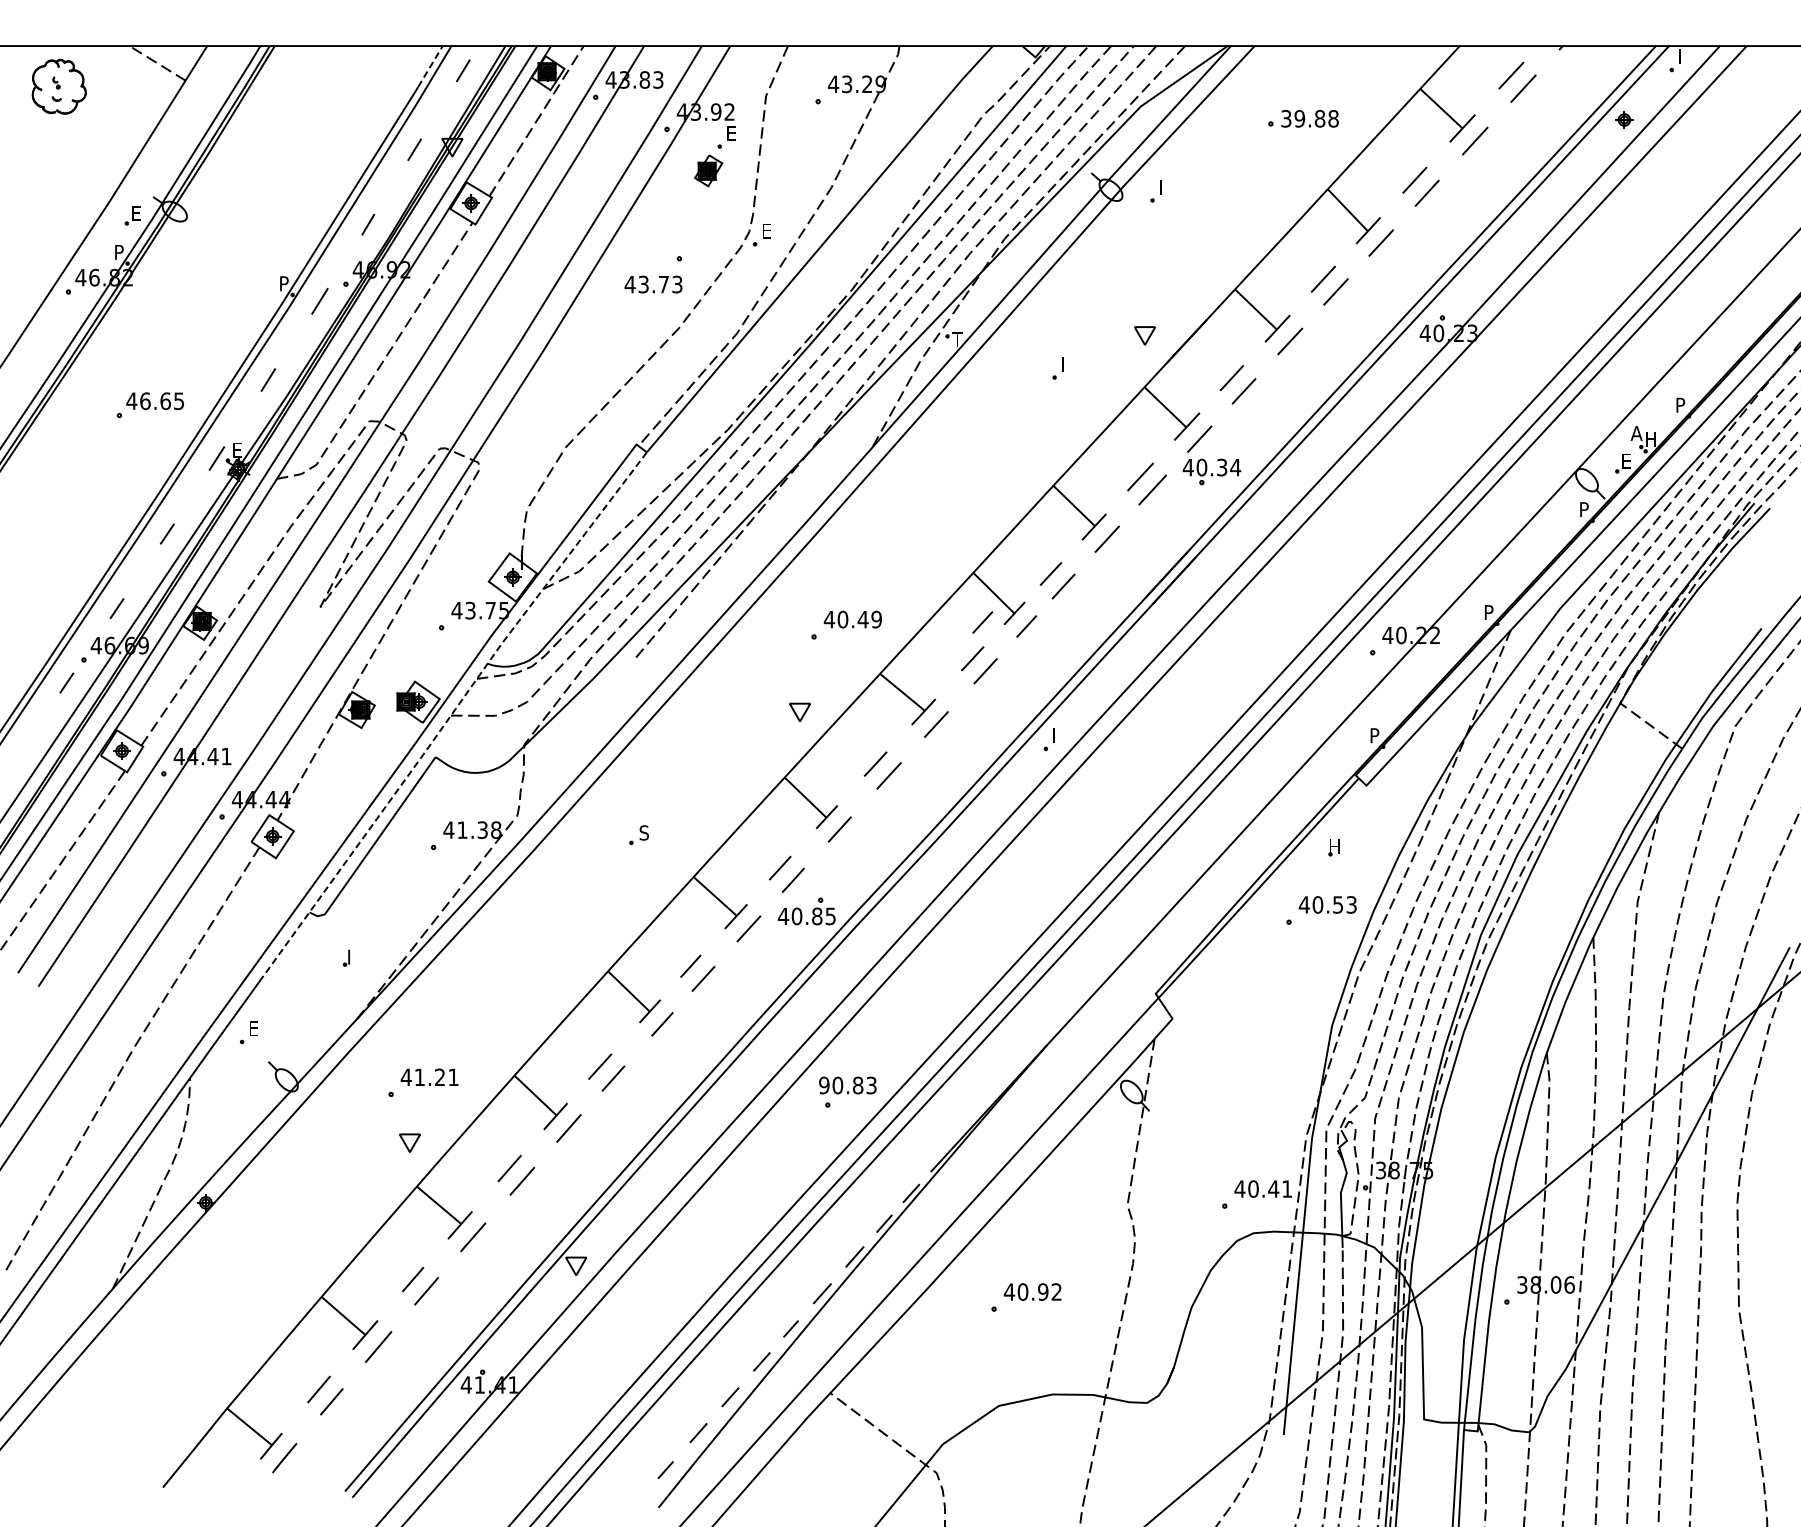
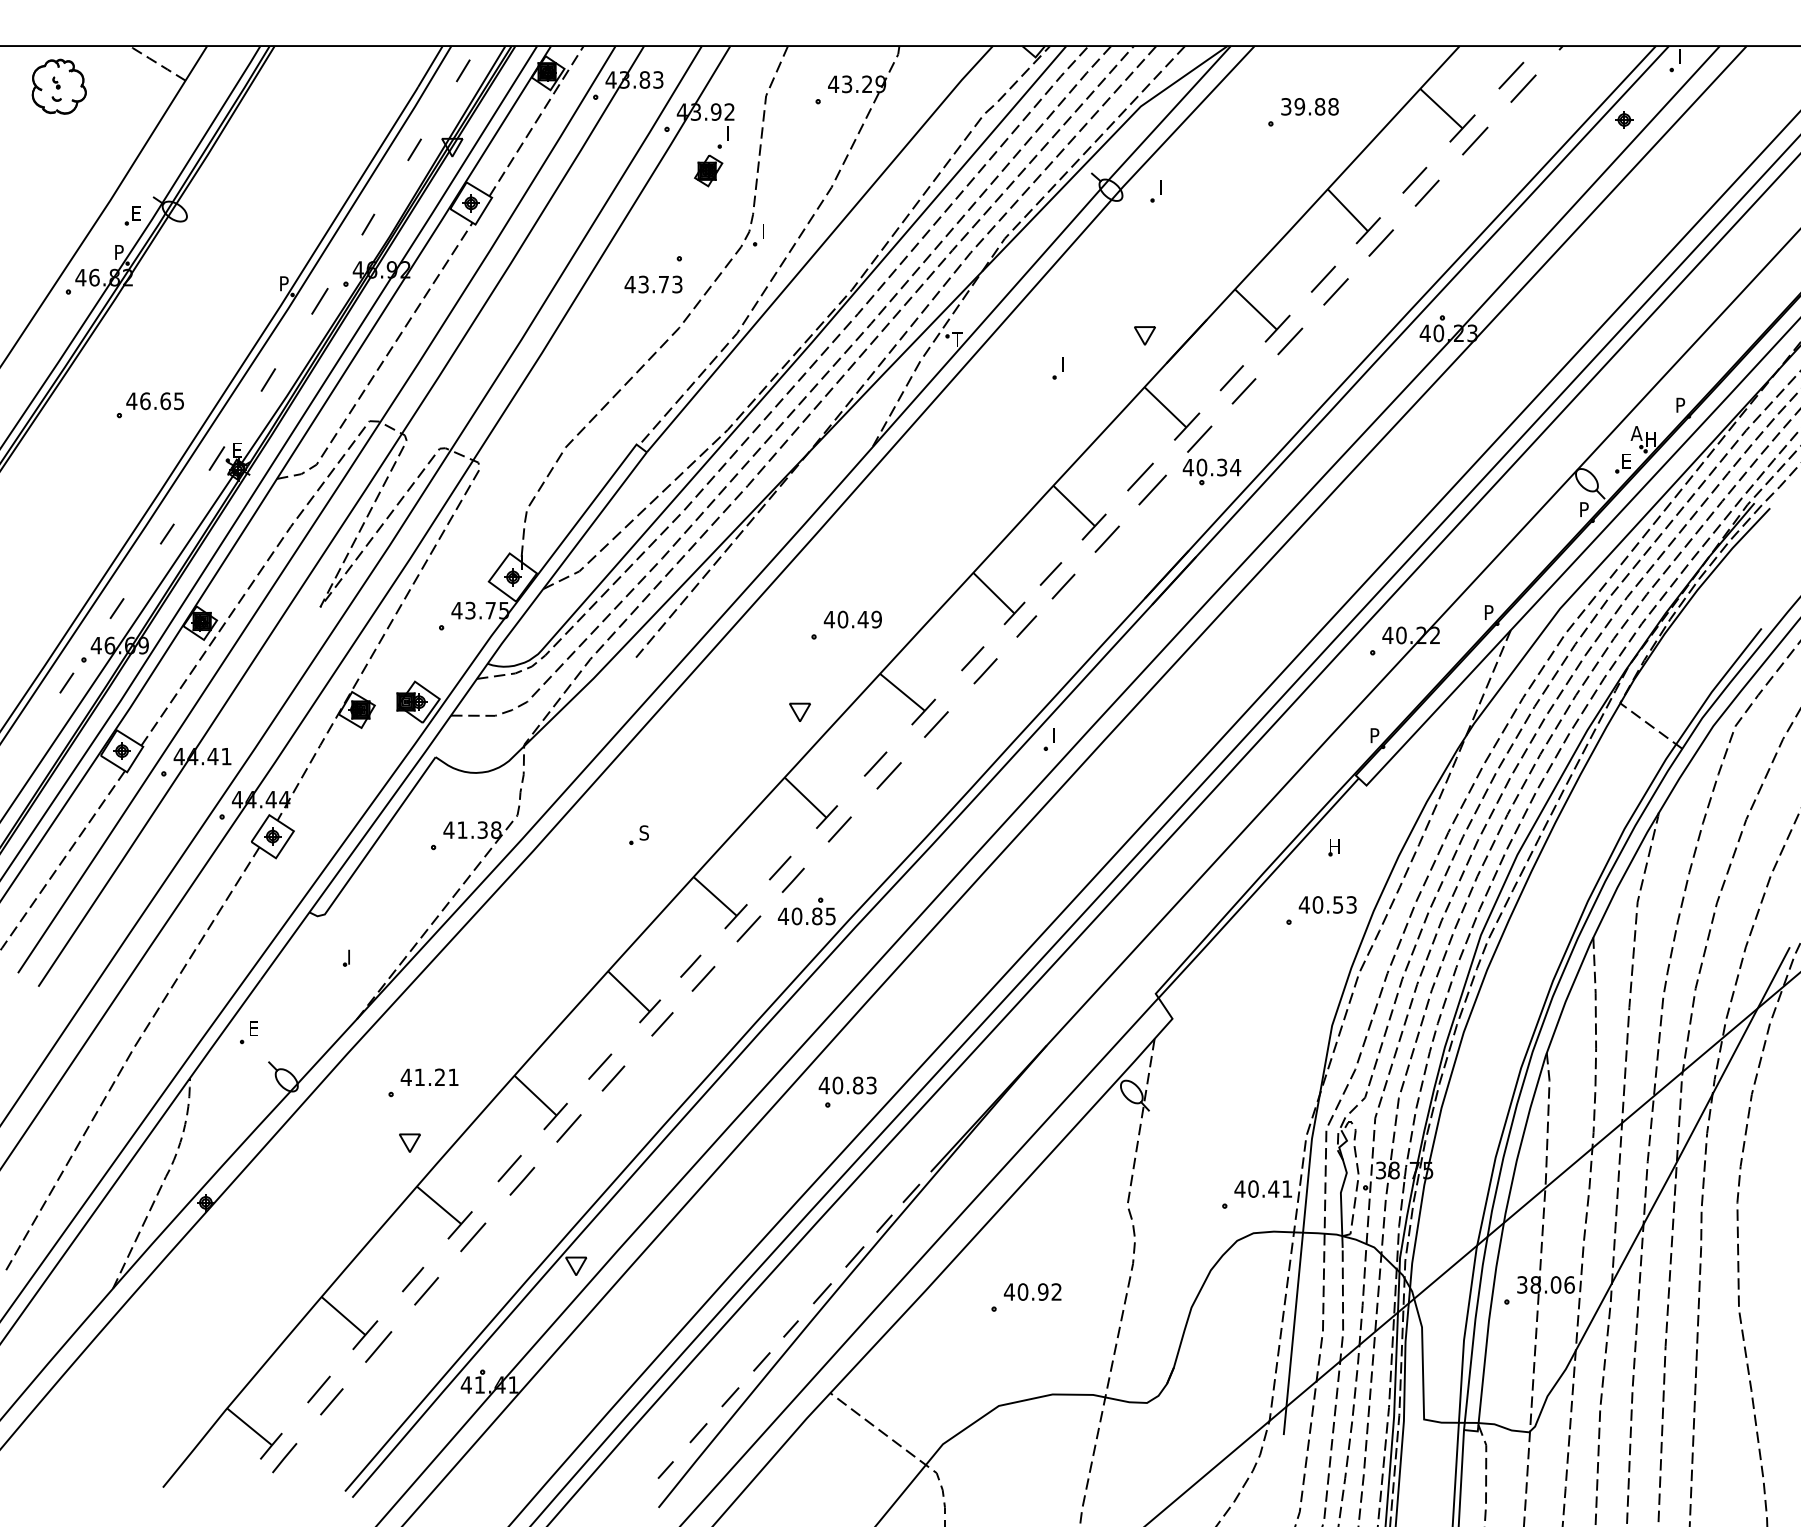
line at (430, 66): dashed -> solid
text at (1309, 118) position: (1309, 118) -> (1309, 106)
text at (732, 133): E -> I
text at (767, 231): E -> I
line at (982, 622): present -> none
line at (451, 715): dashed -> solid
text at (823, 1085): 90.83 -> 40.83
